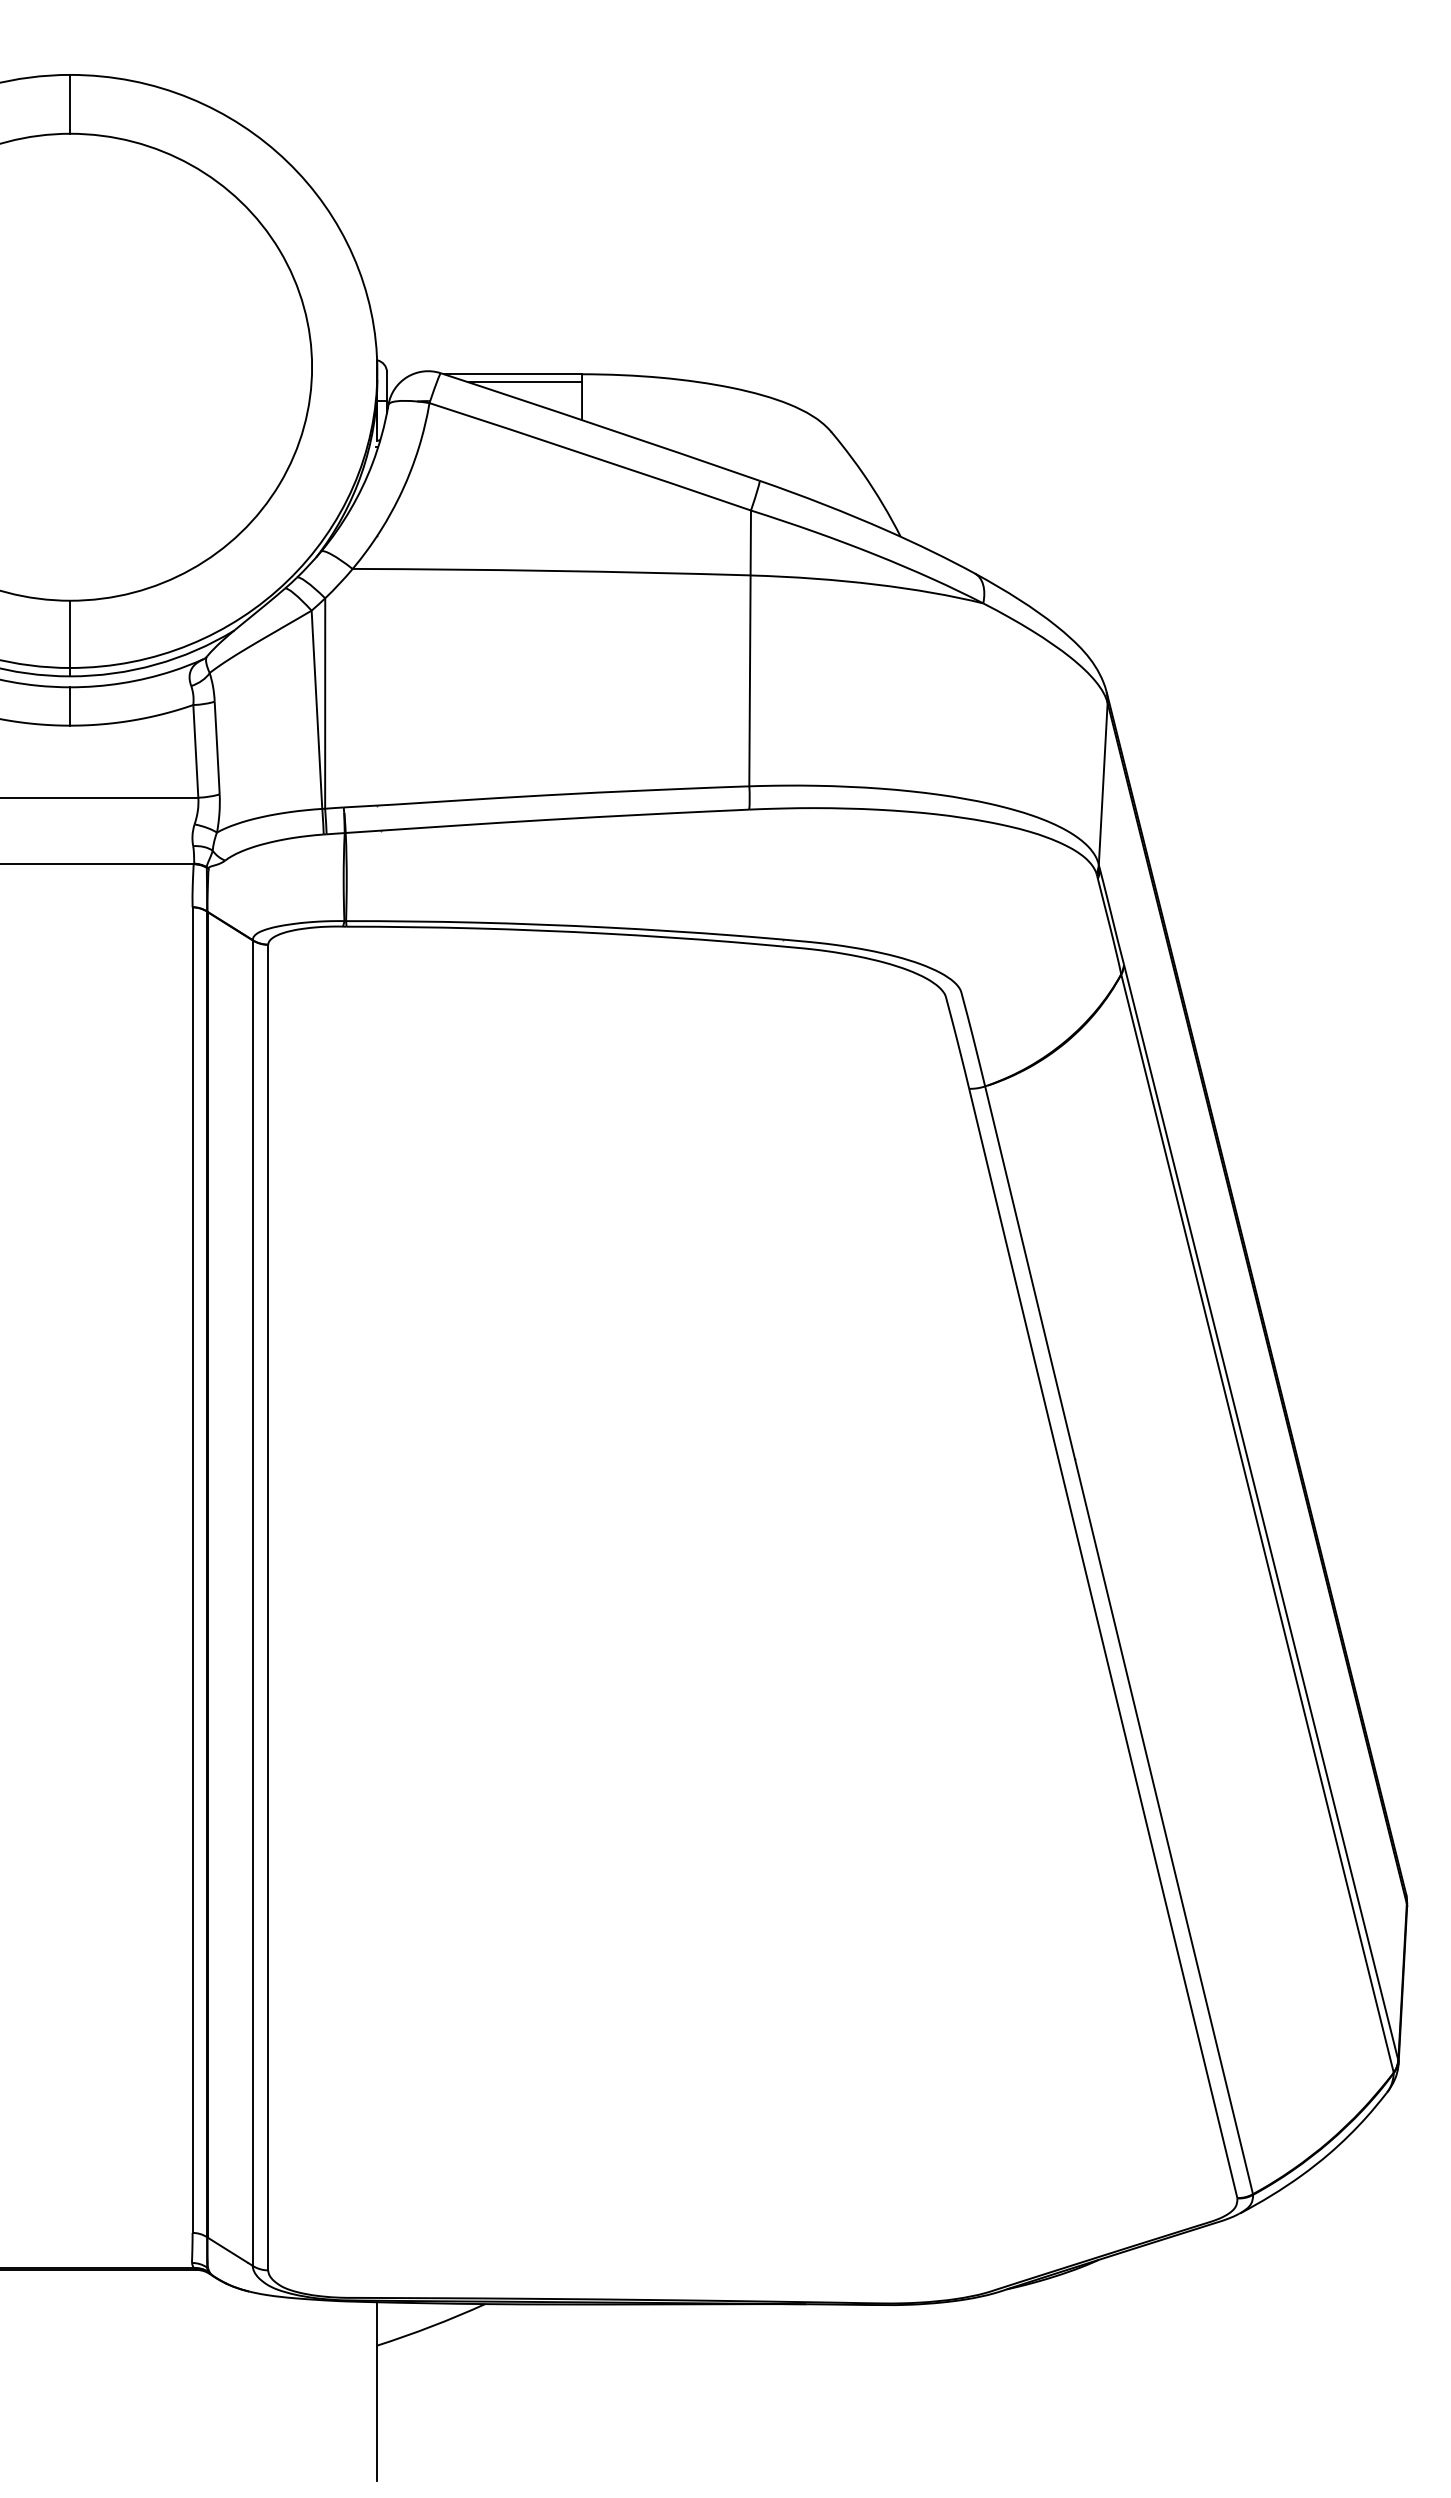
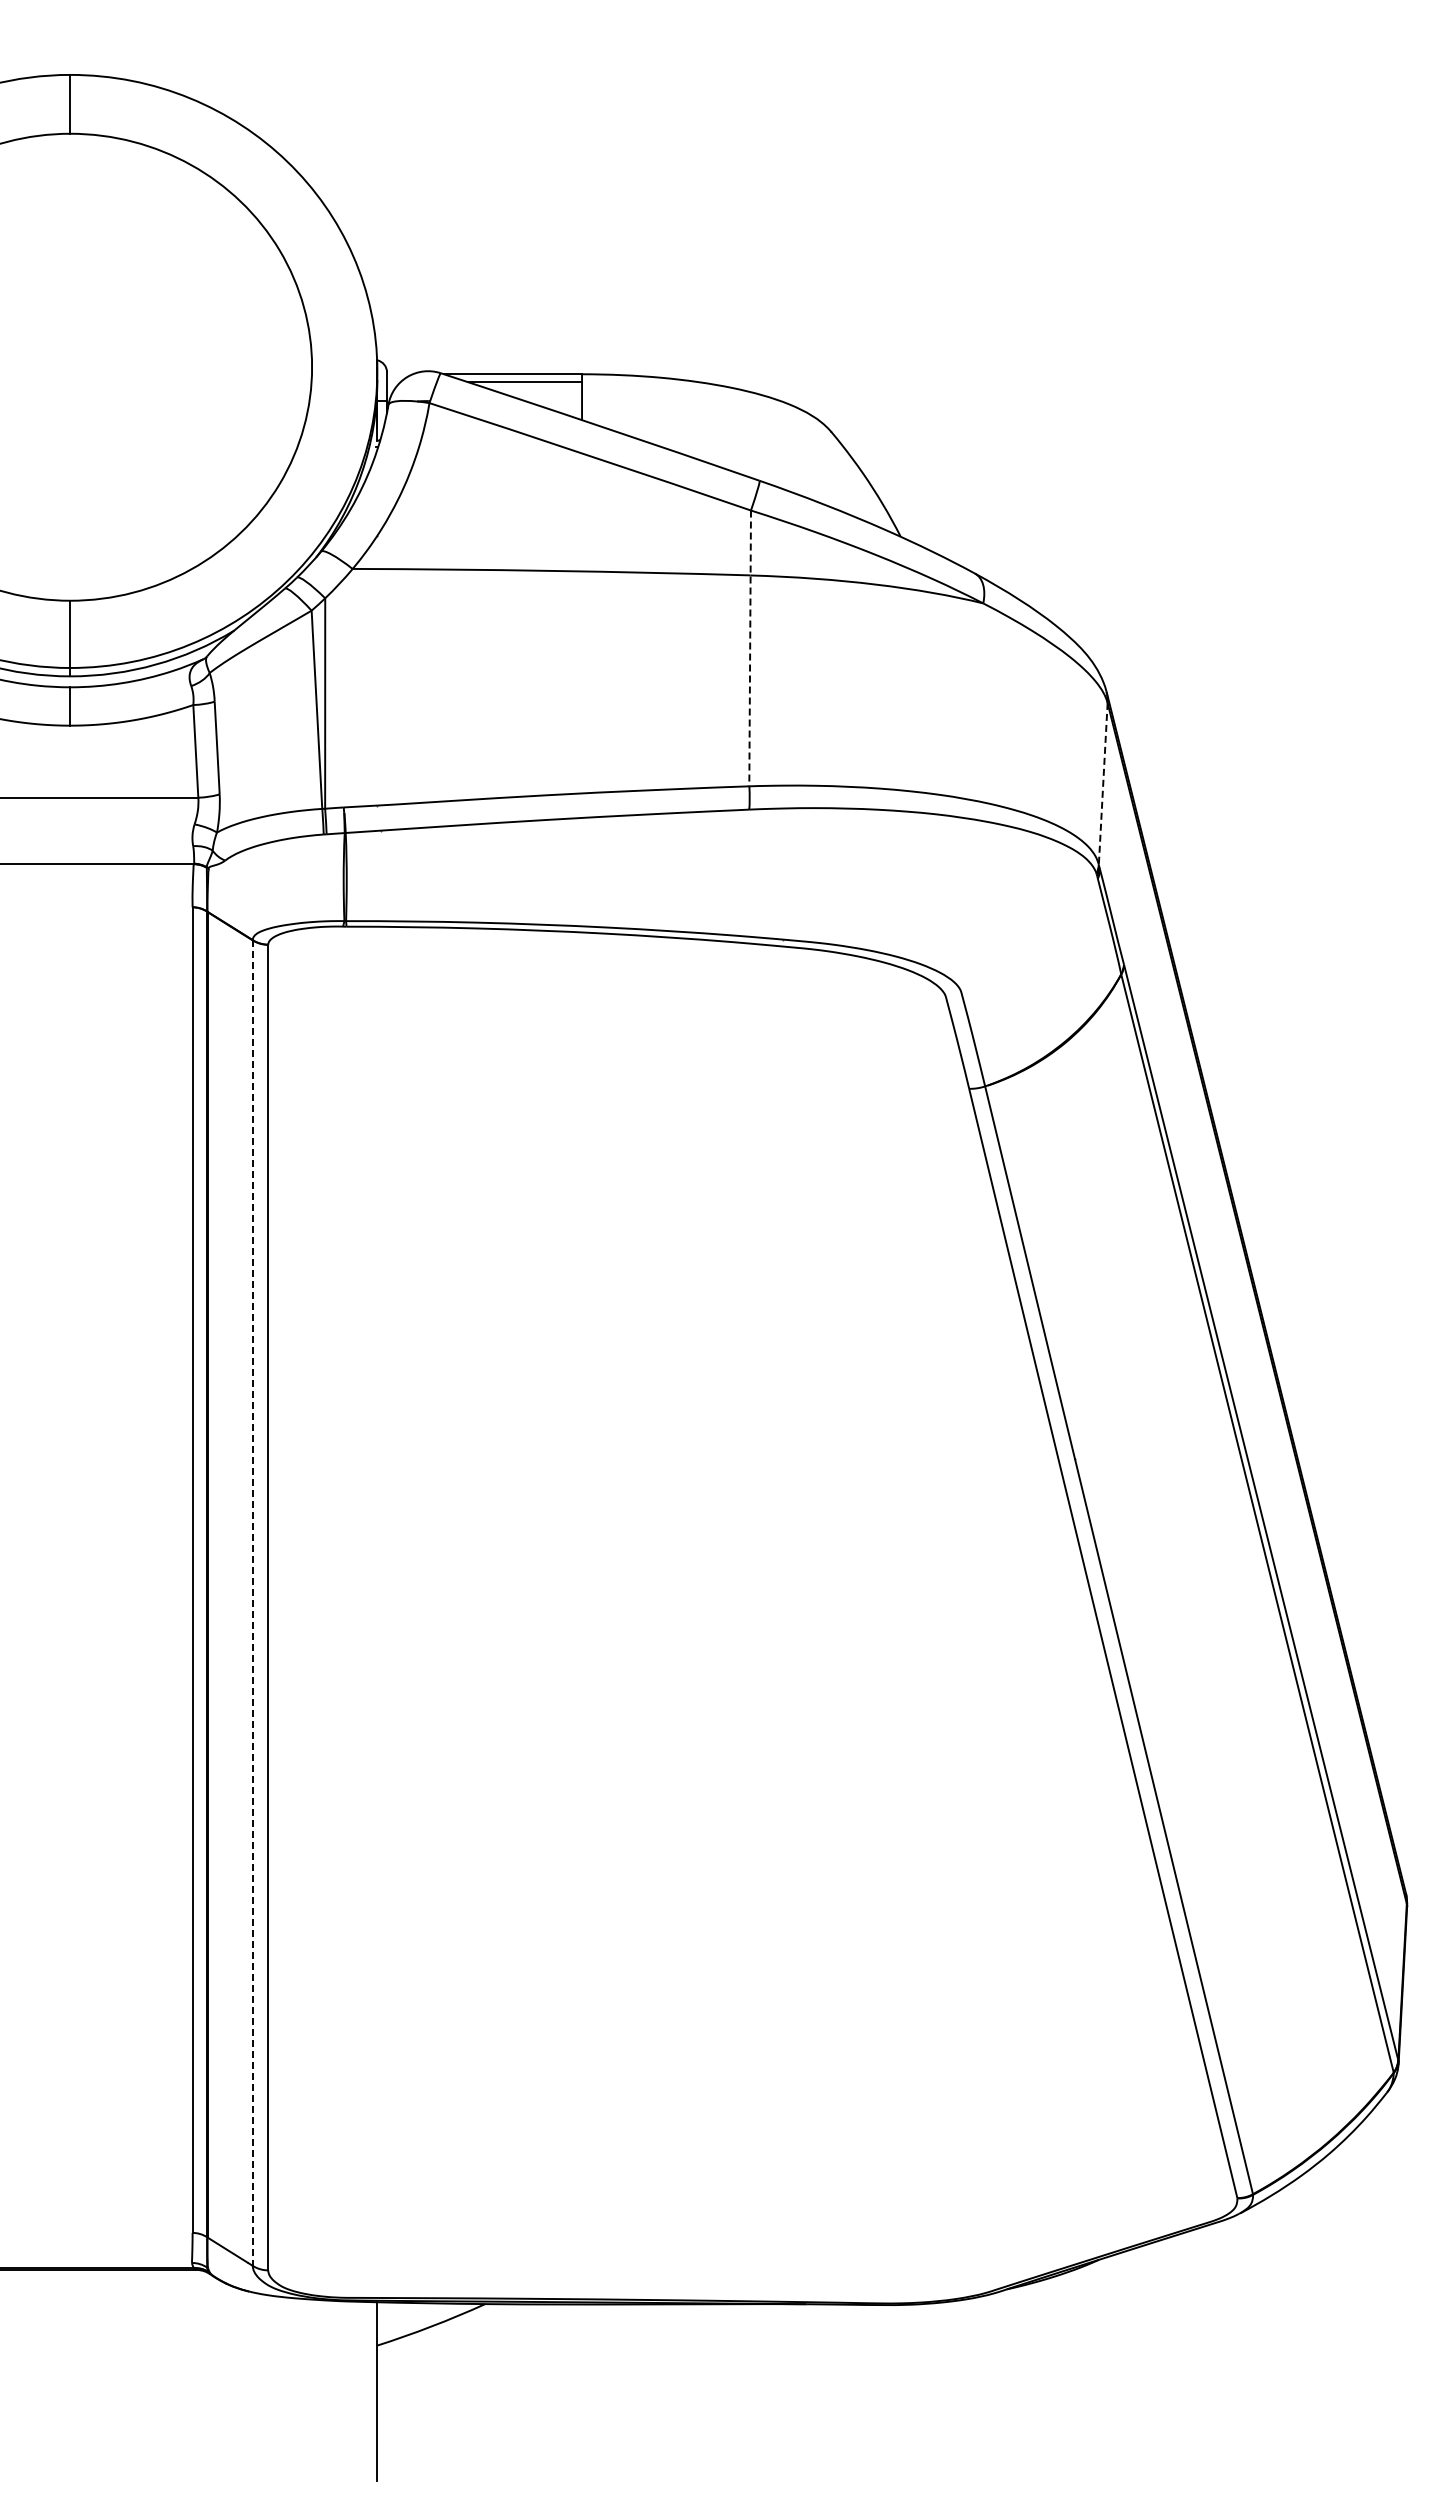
line at (750, 648): solid -> dashed
line at (1103, 784): solid -> dashed
line at (252, 1603): solid -> dashed
